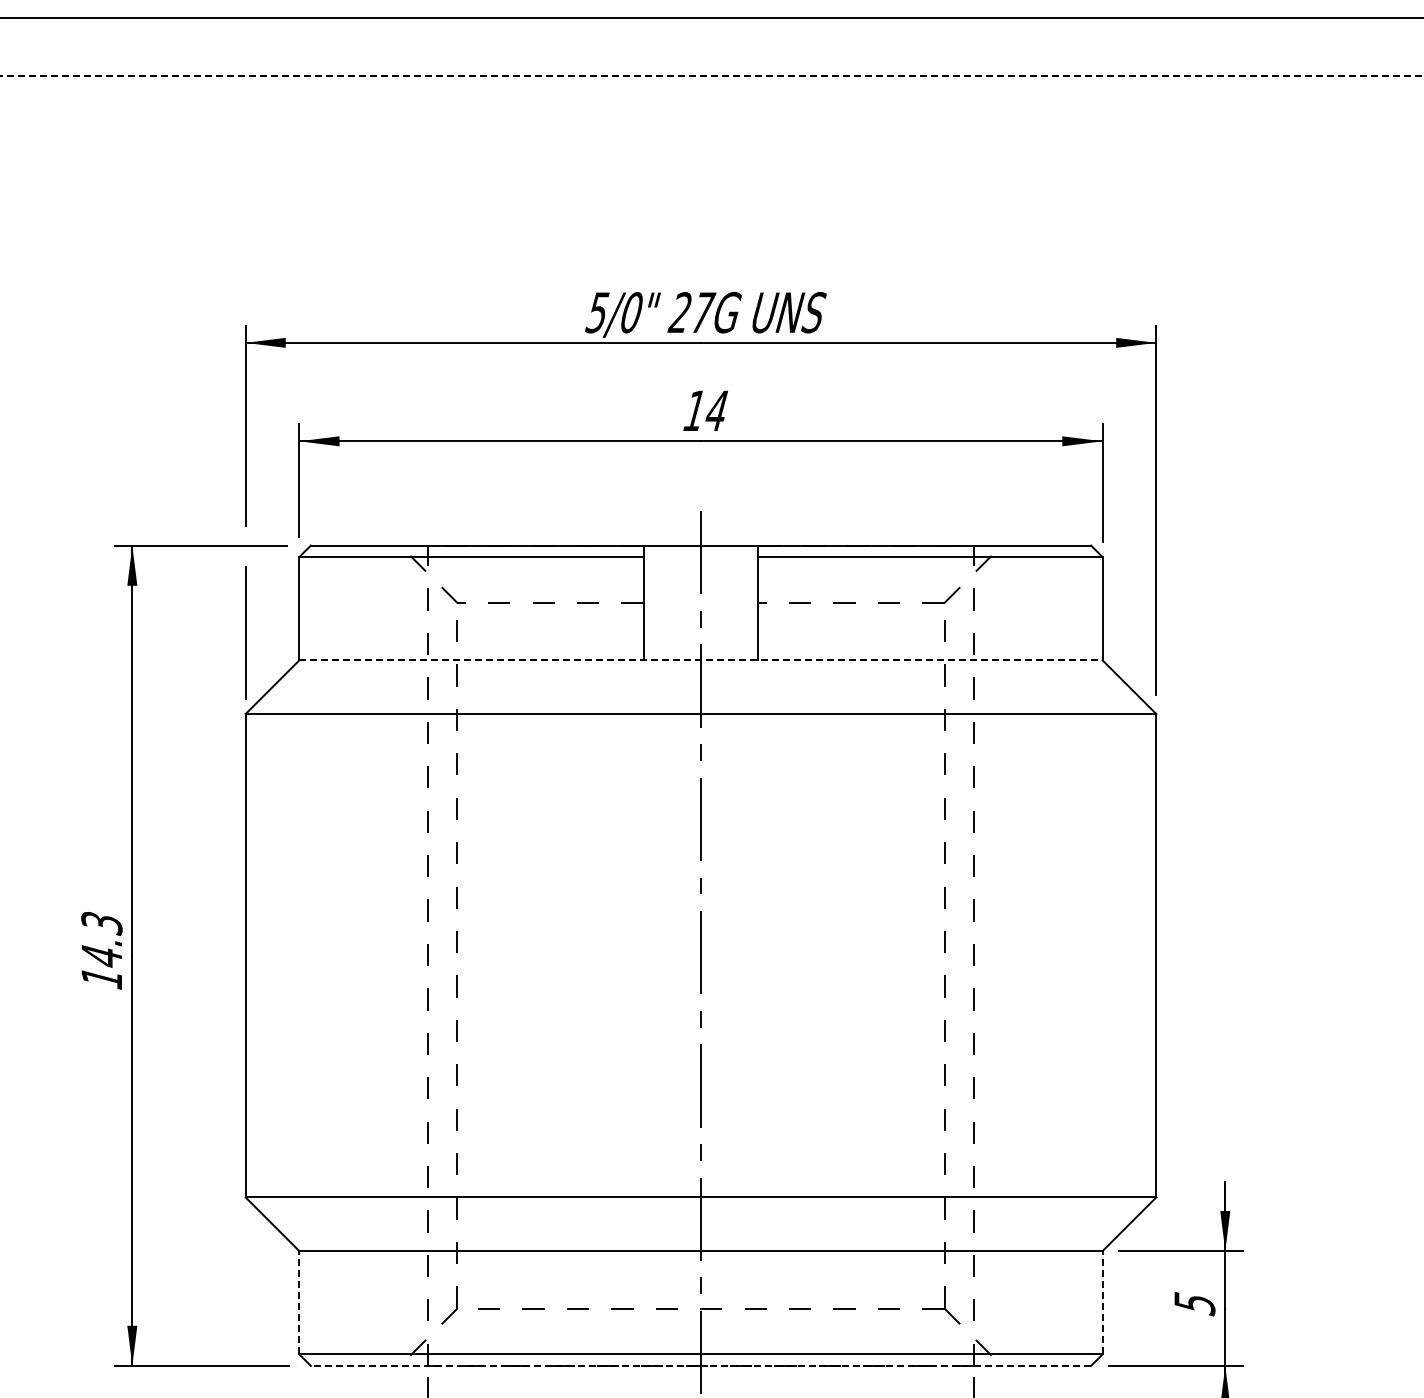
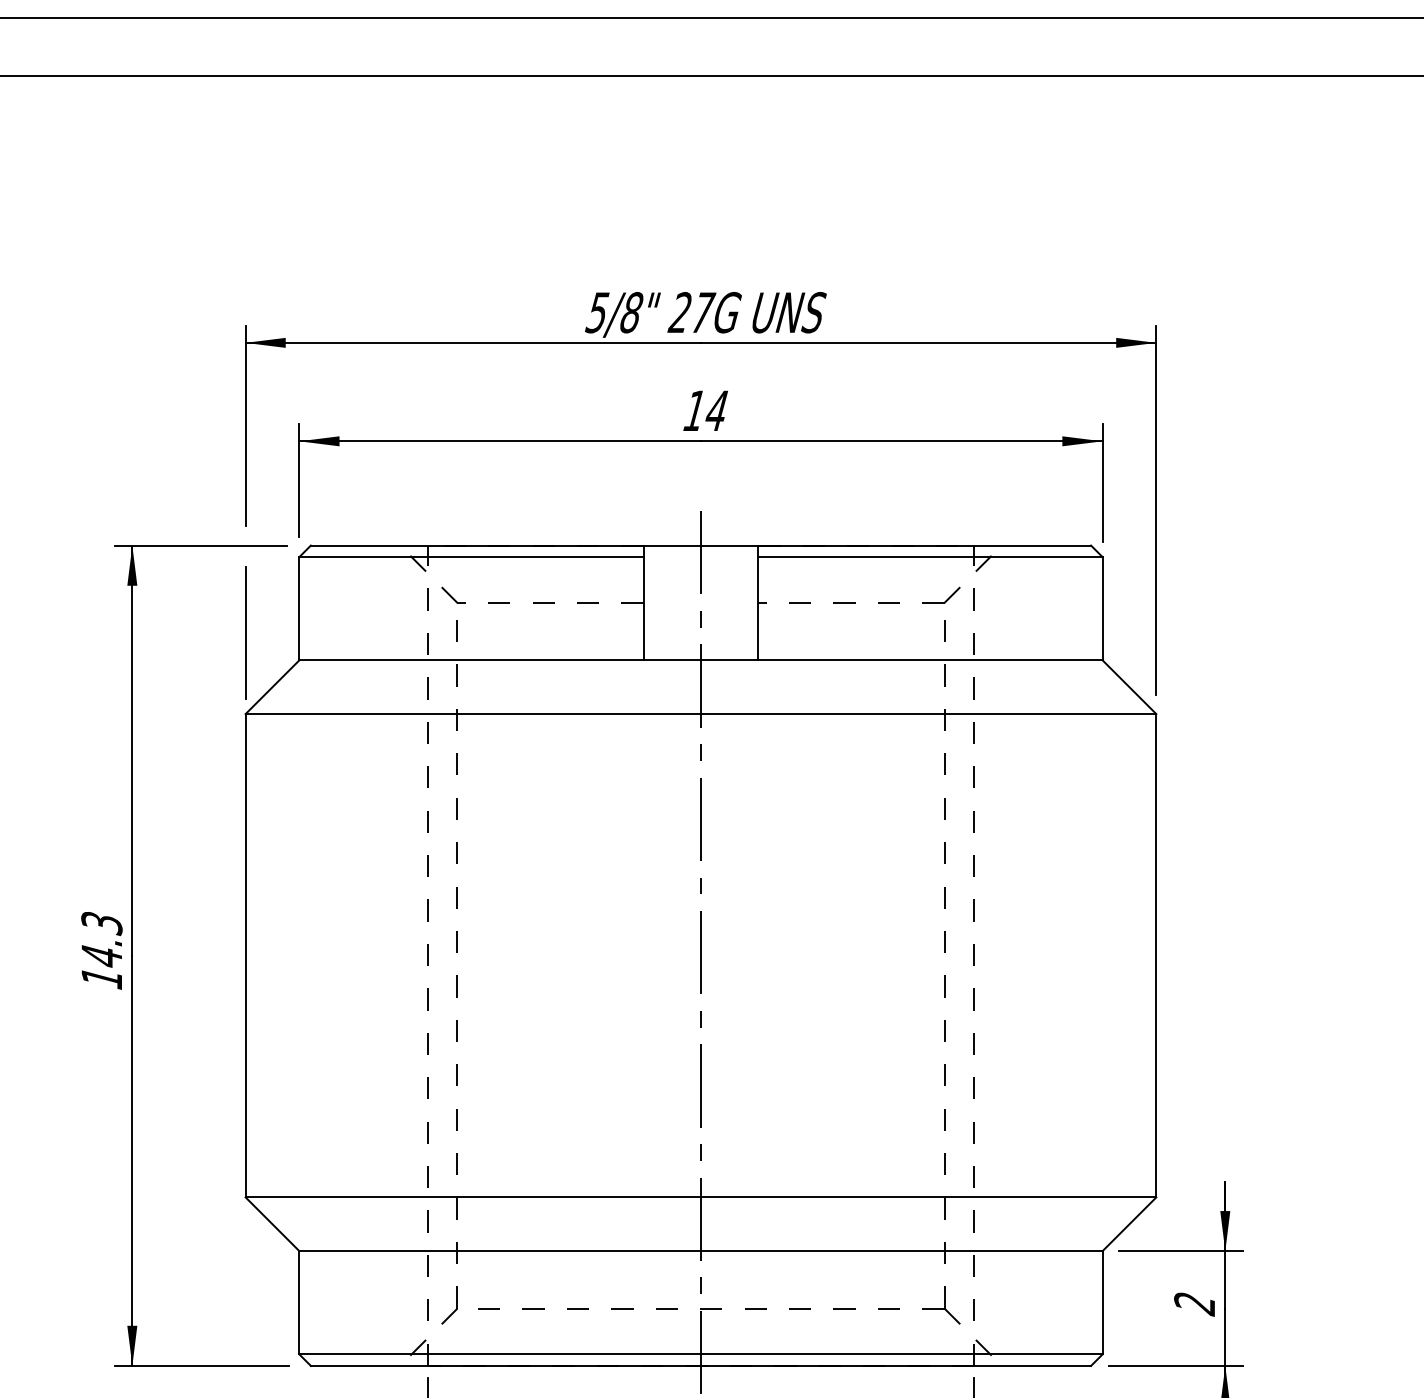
line at (712, 75): dashed -> solid
text at (631, 312): 5/0" -> 5/8"
line at (700, 660): dashed -> solid
line at (299, 1302): dashed -> solid
line at (1102, 1302): dashed -> solid
text at (1194, 1303): 5 -> 2
line at (700, 1365): dashed -> solid
